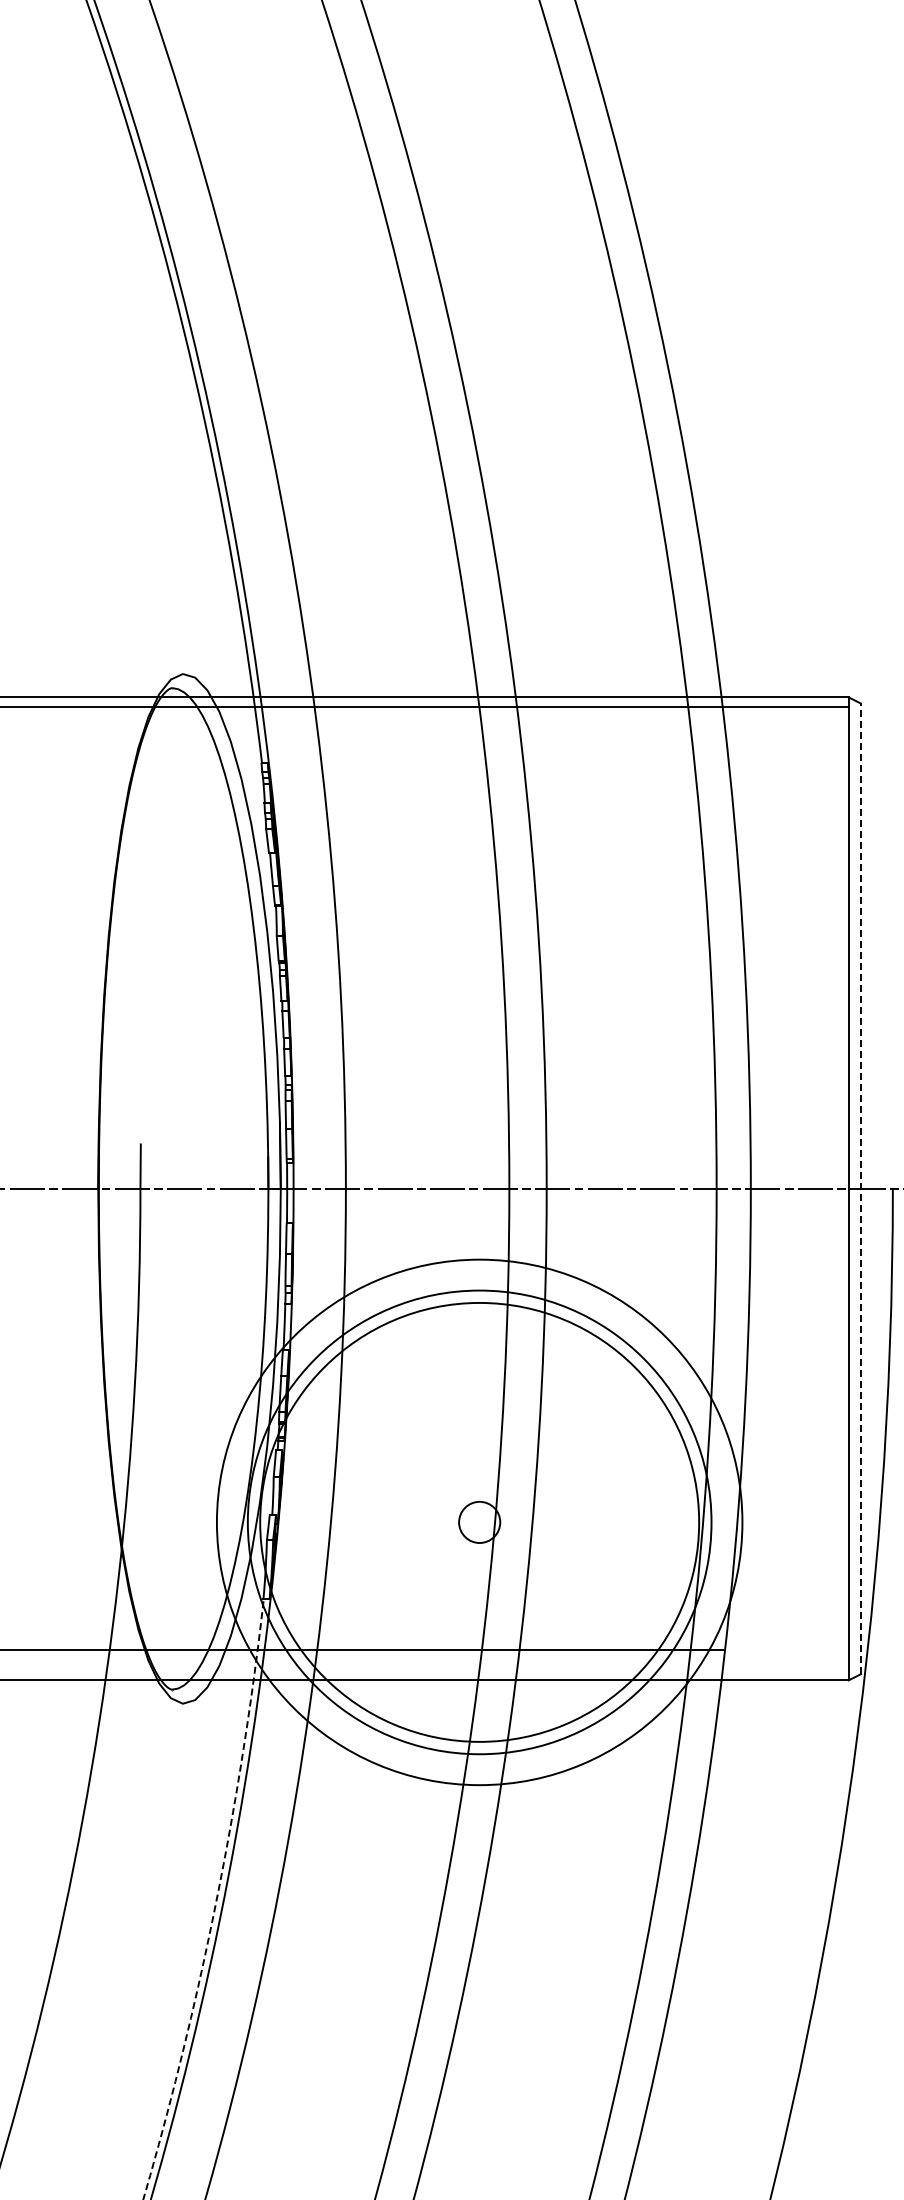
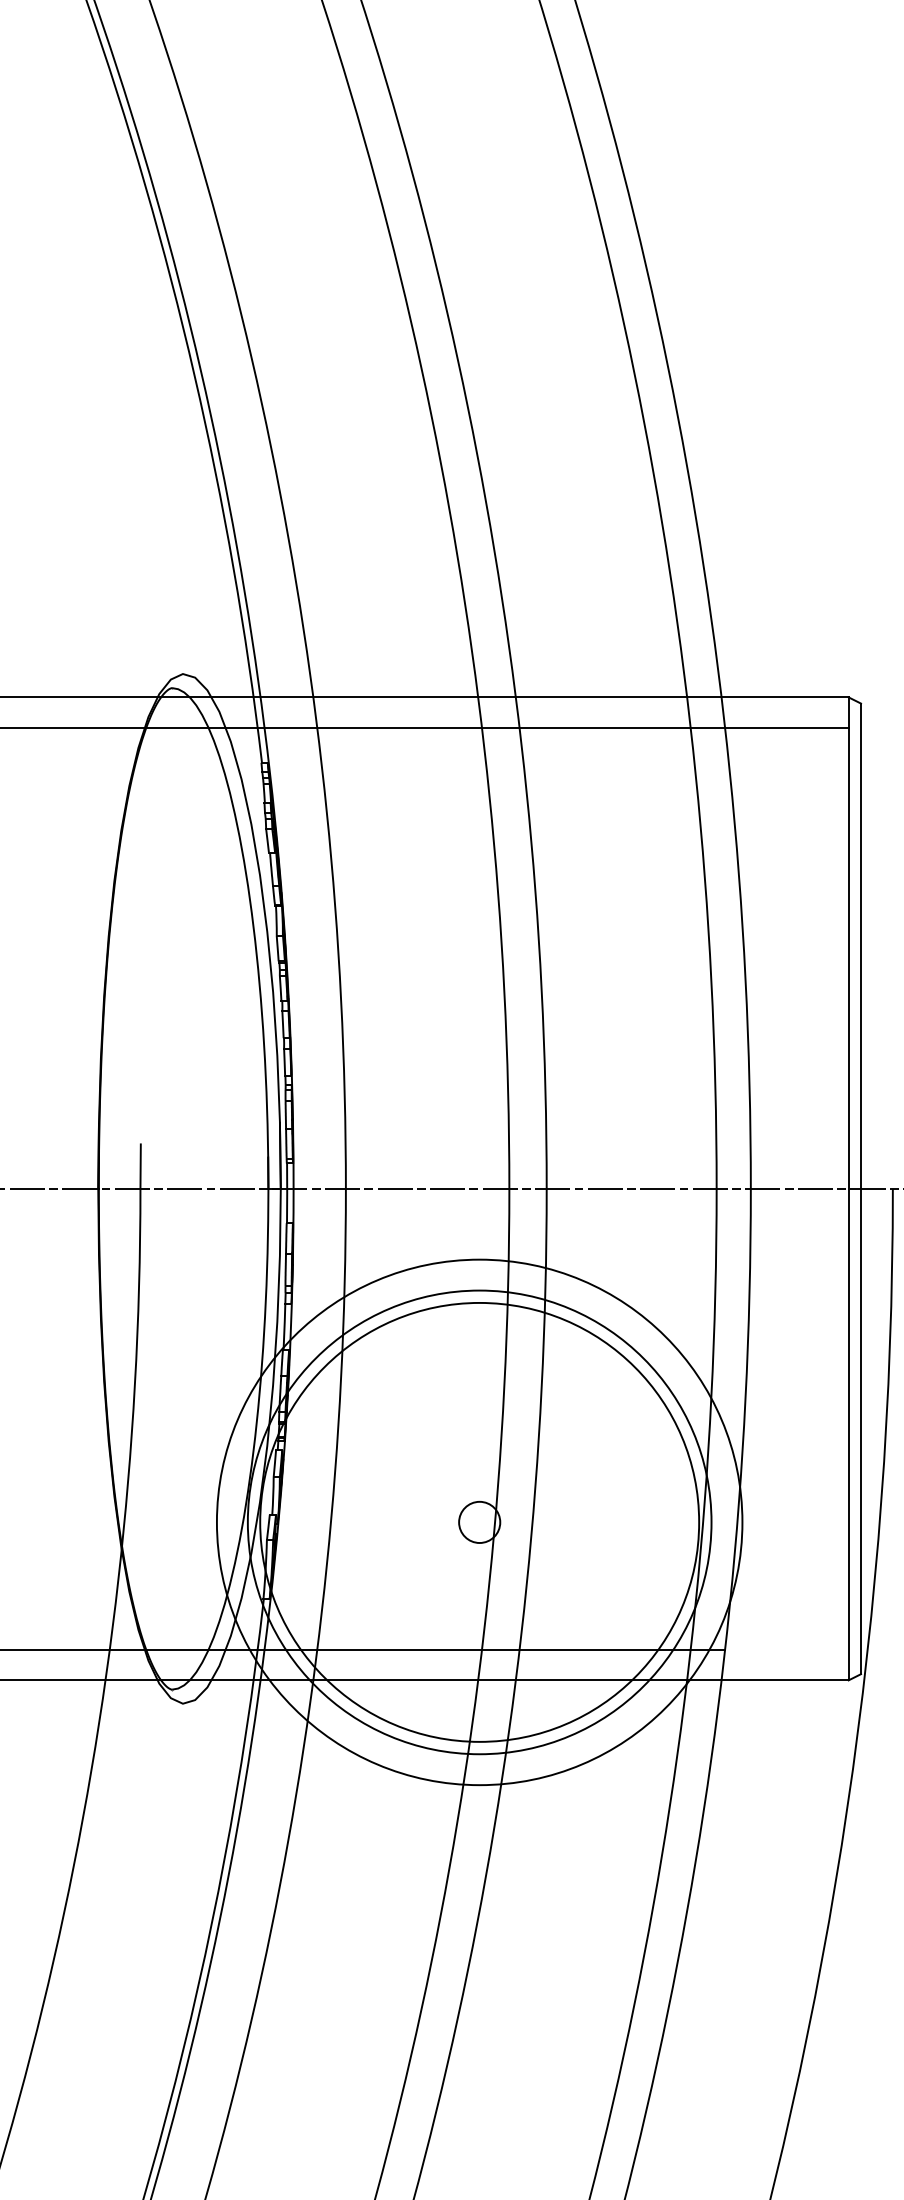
line at (425, 706) position: (425, 706) -> (425, 727)
line at (861, 1188): dashed -> solid
arc at (216, 1901): dashed -> solid
